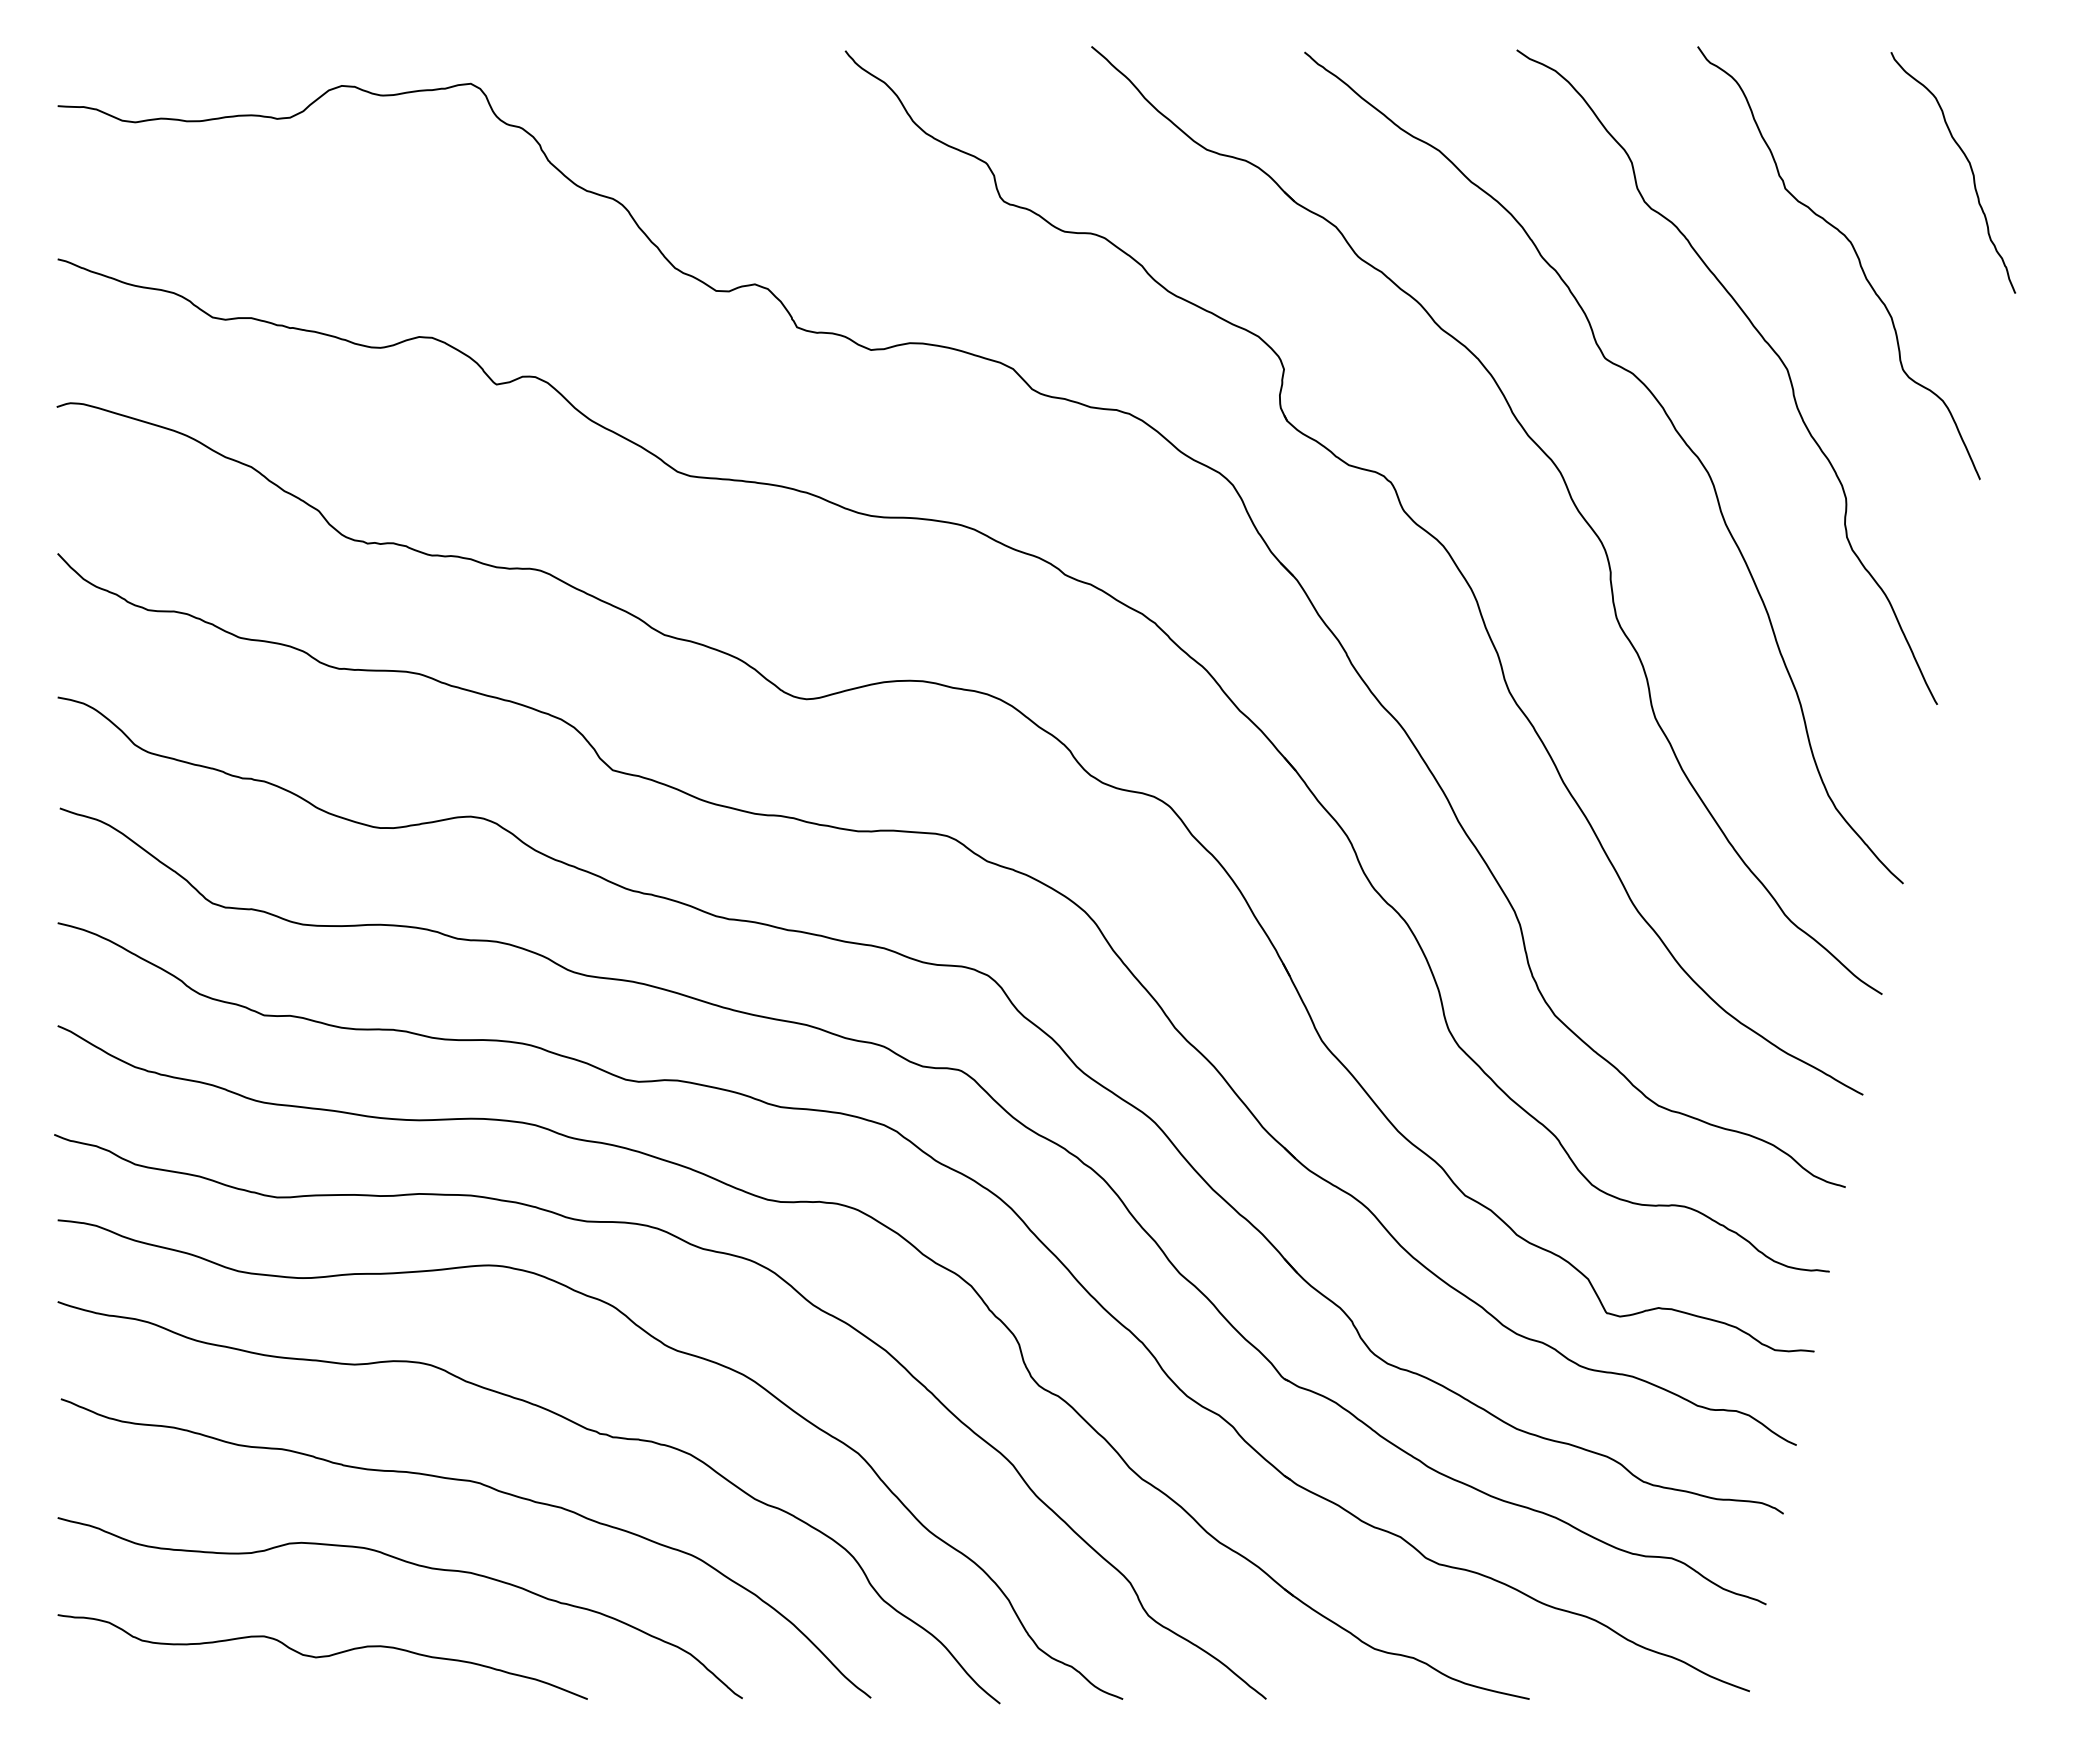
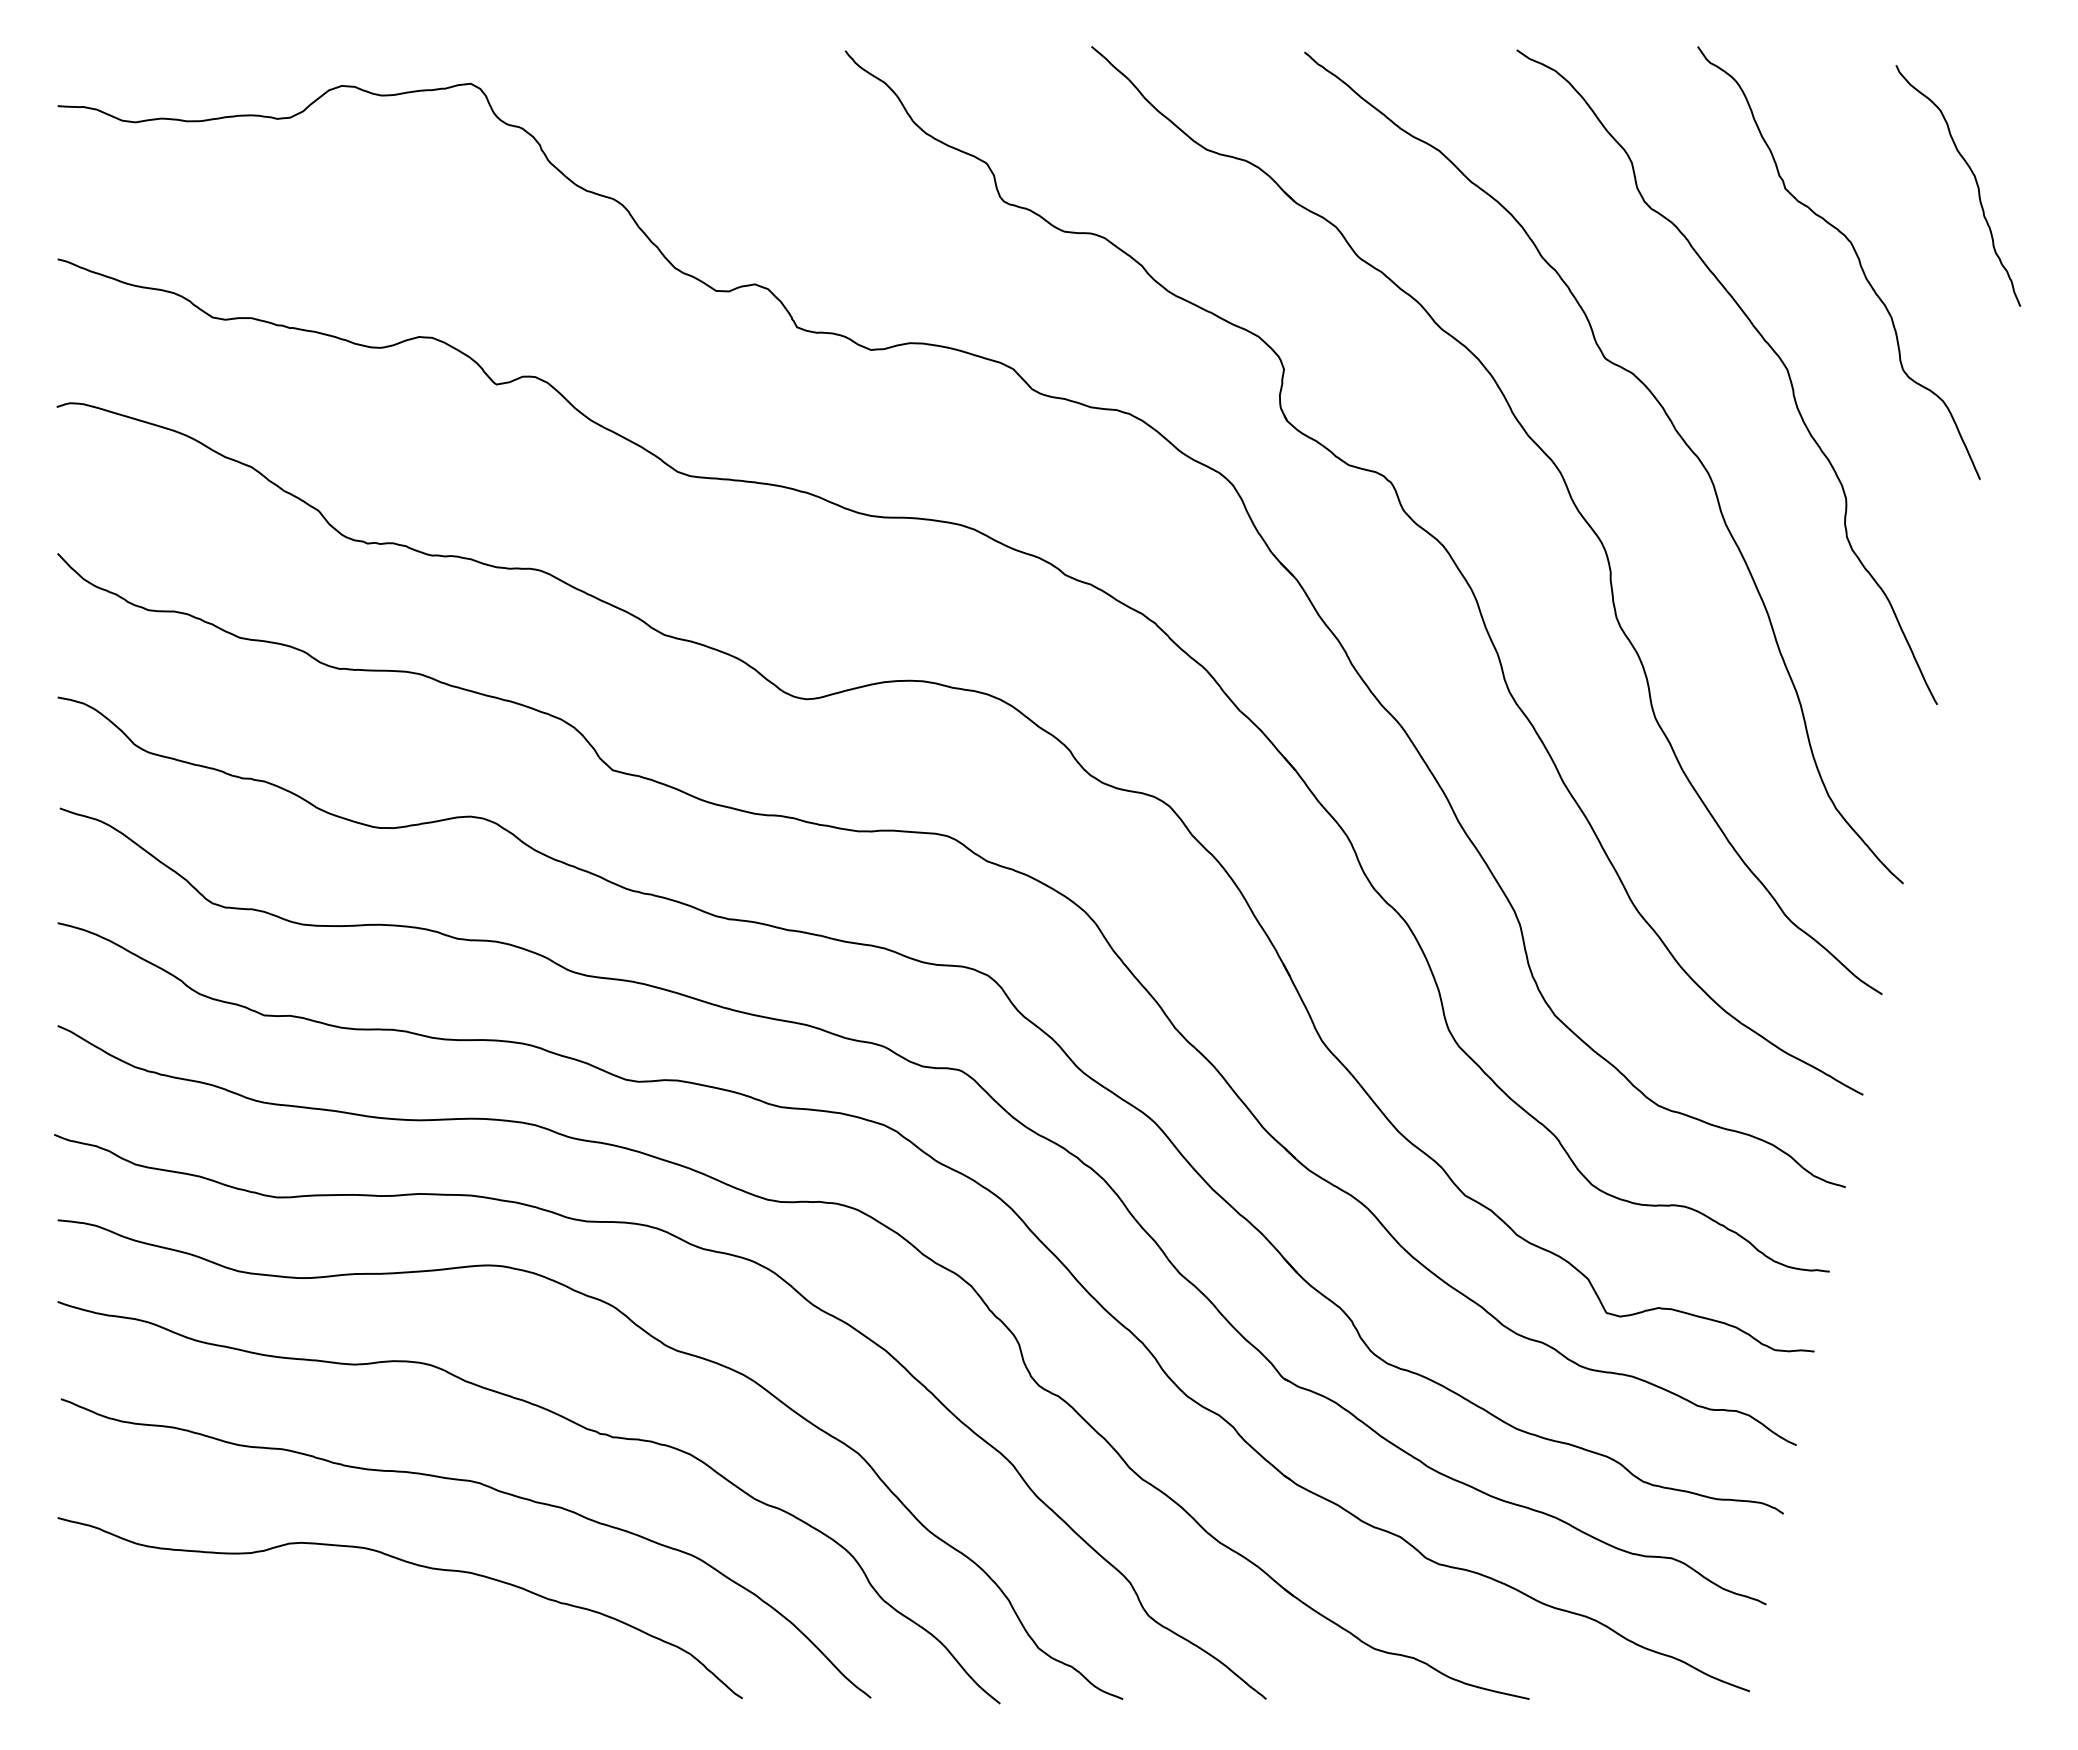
curve at (1969, 166) position: (1969, 166) -> (1974, 179)
curve at (322, 1656): present -> none
